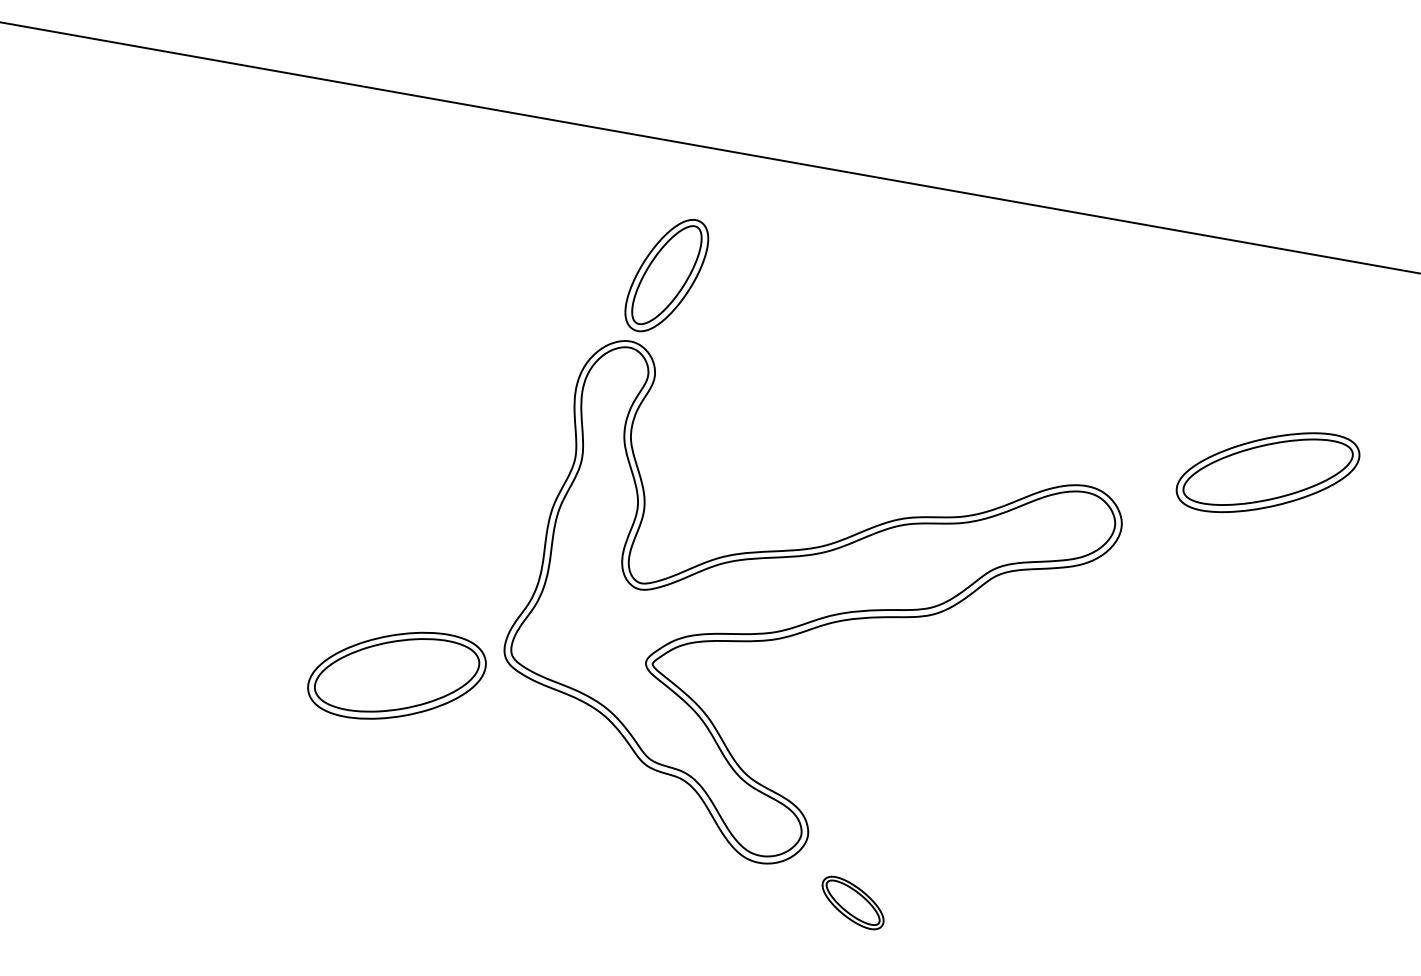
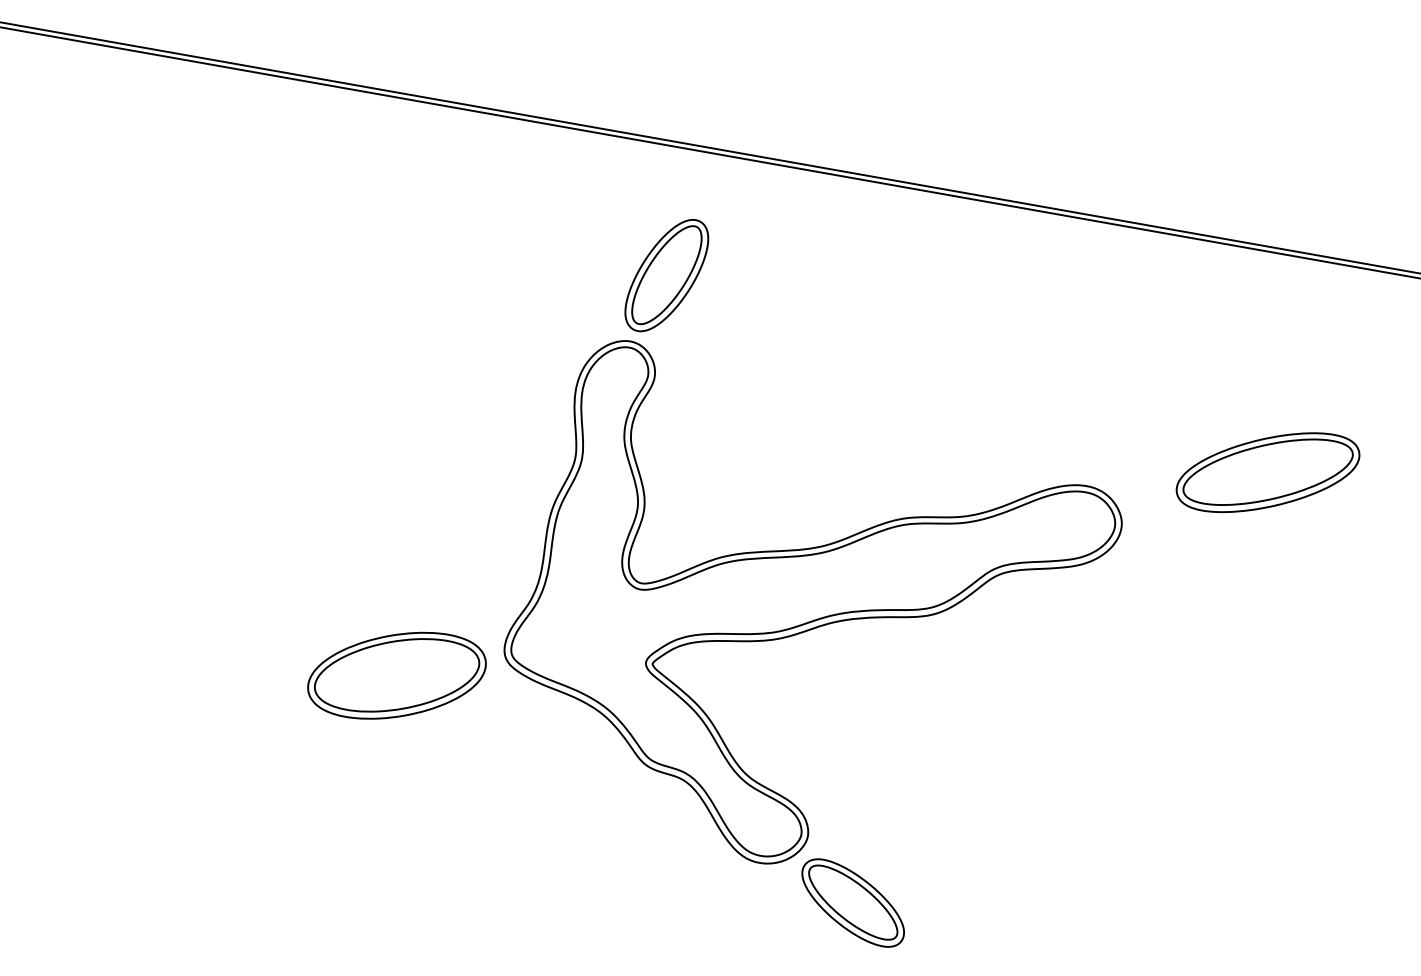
line at (709, 152): none -> present
part at (852, 902) size: 64x56 px -> 104x90 px
